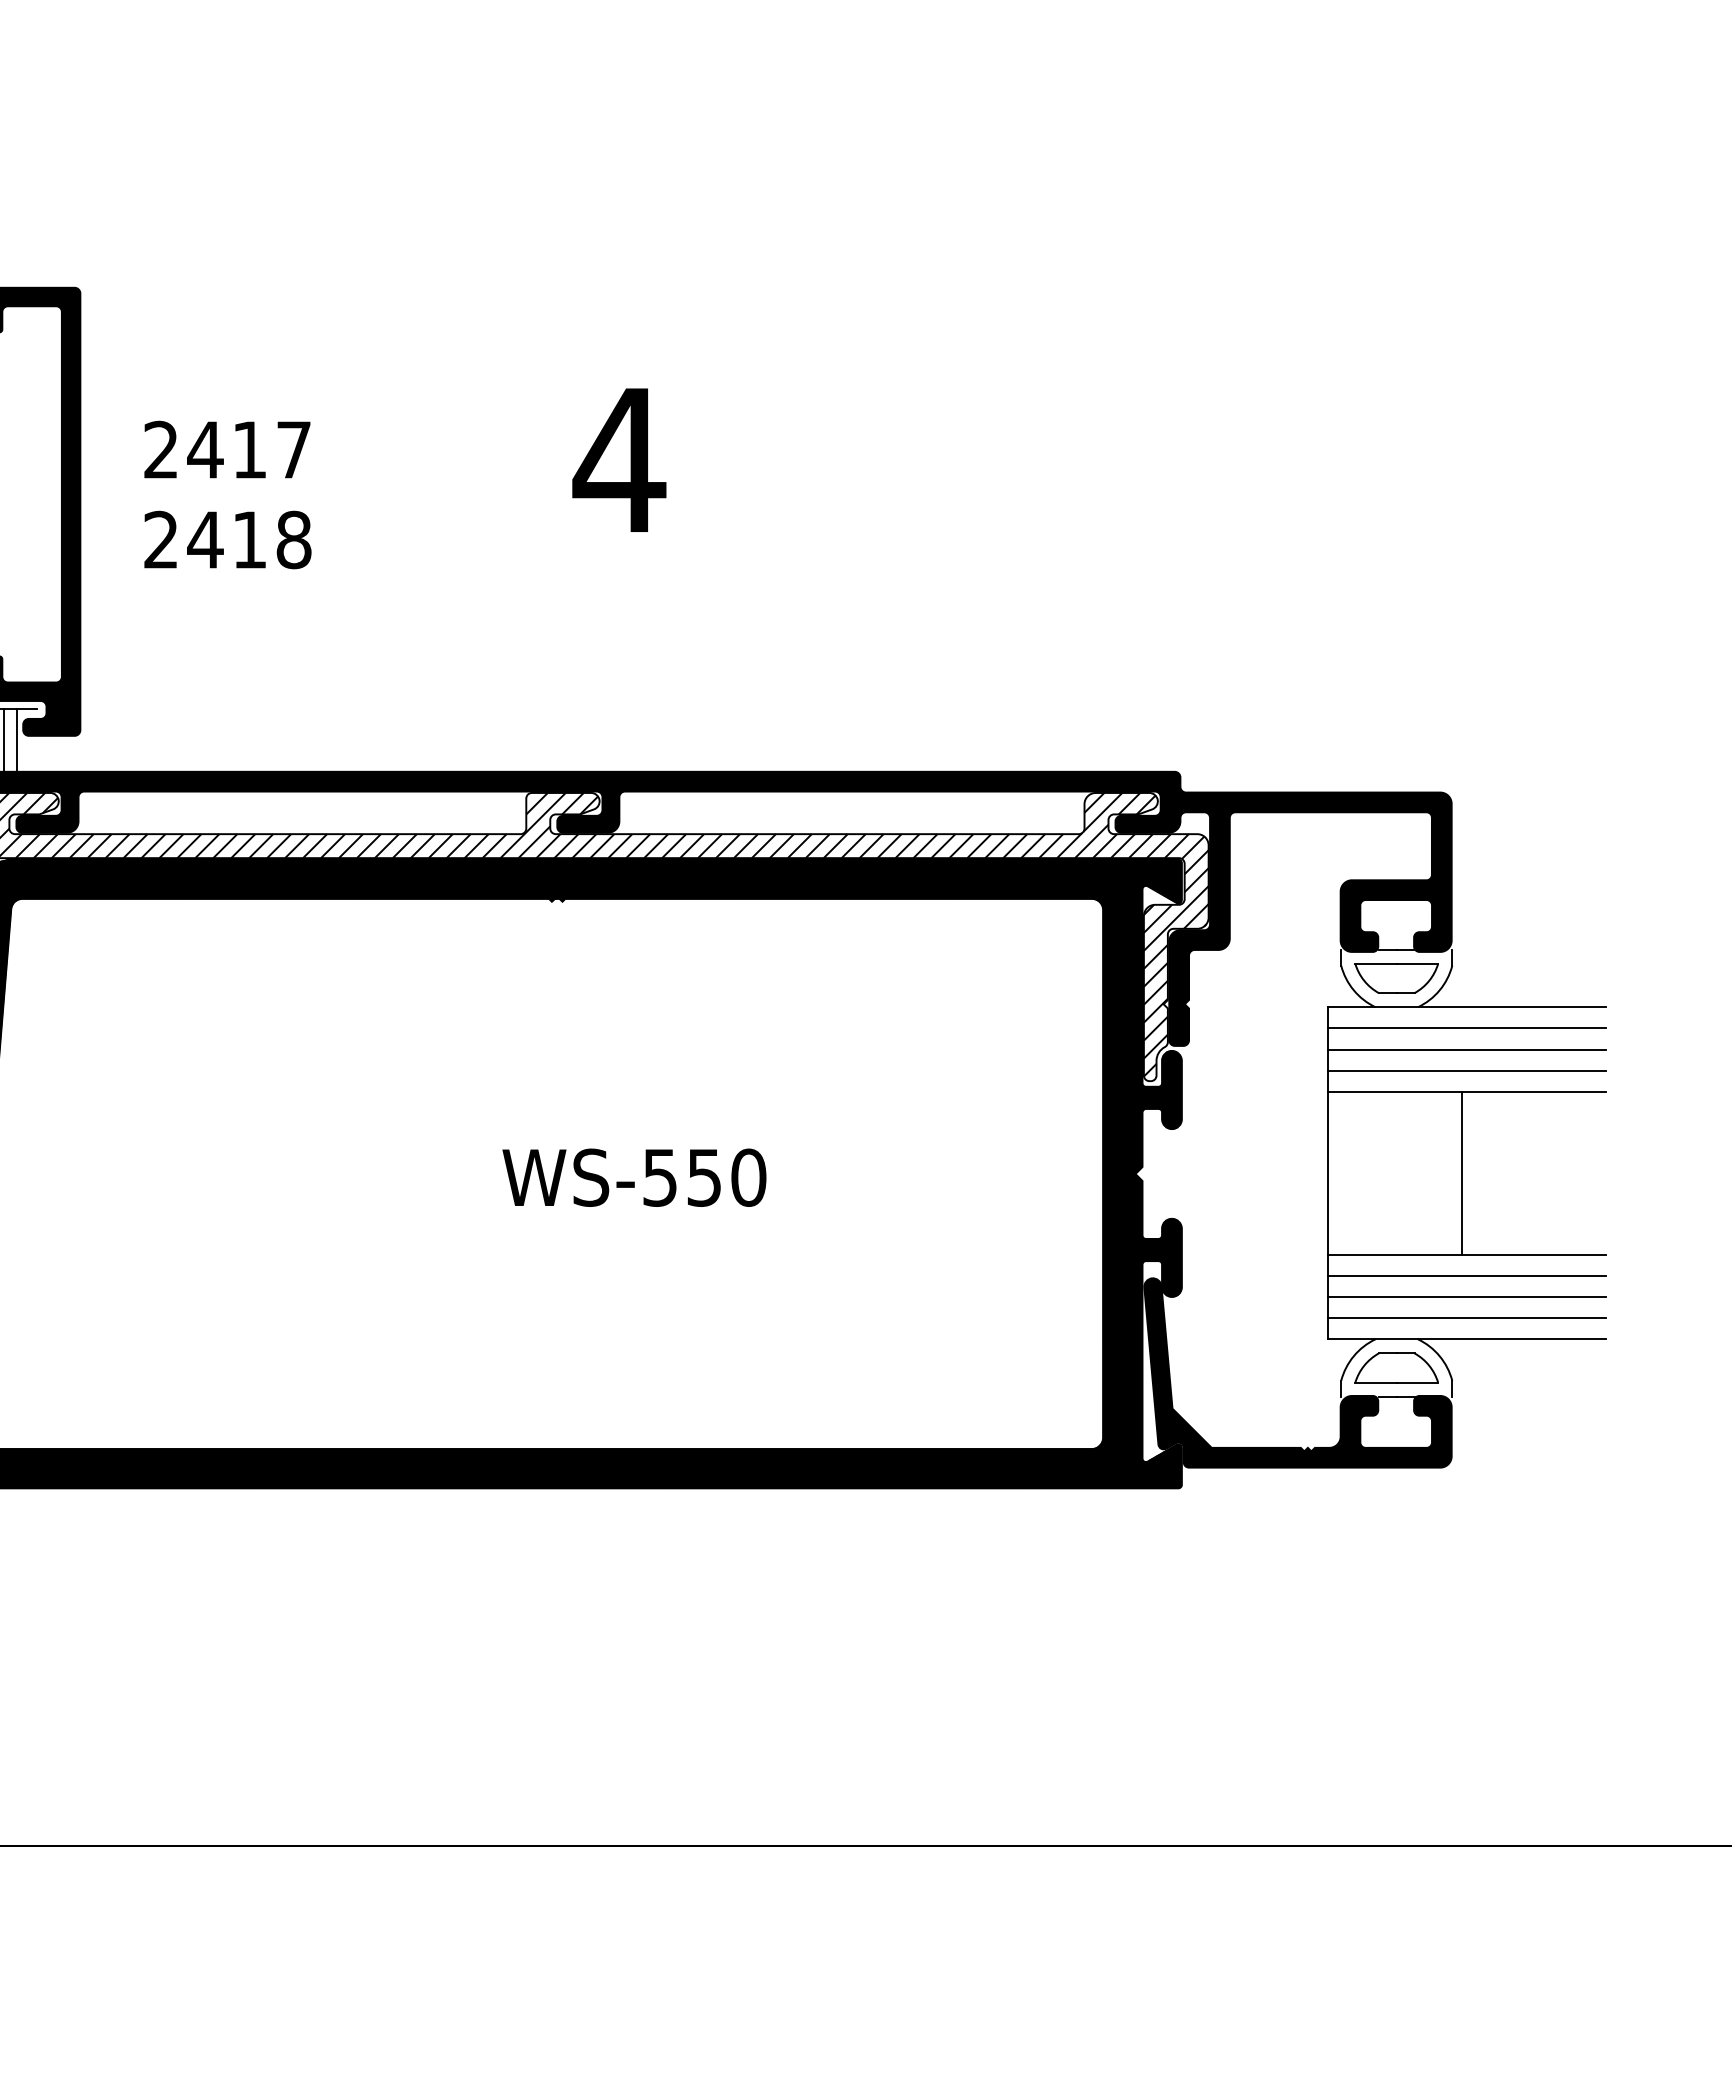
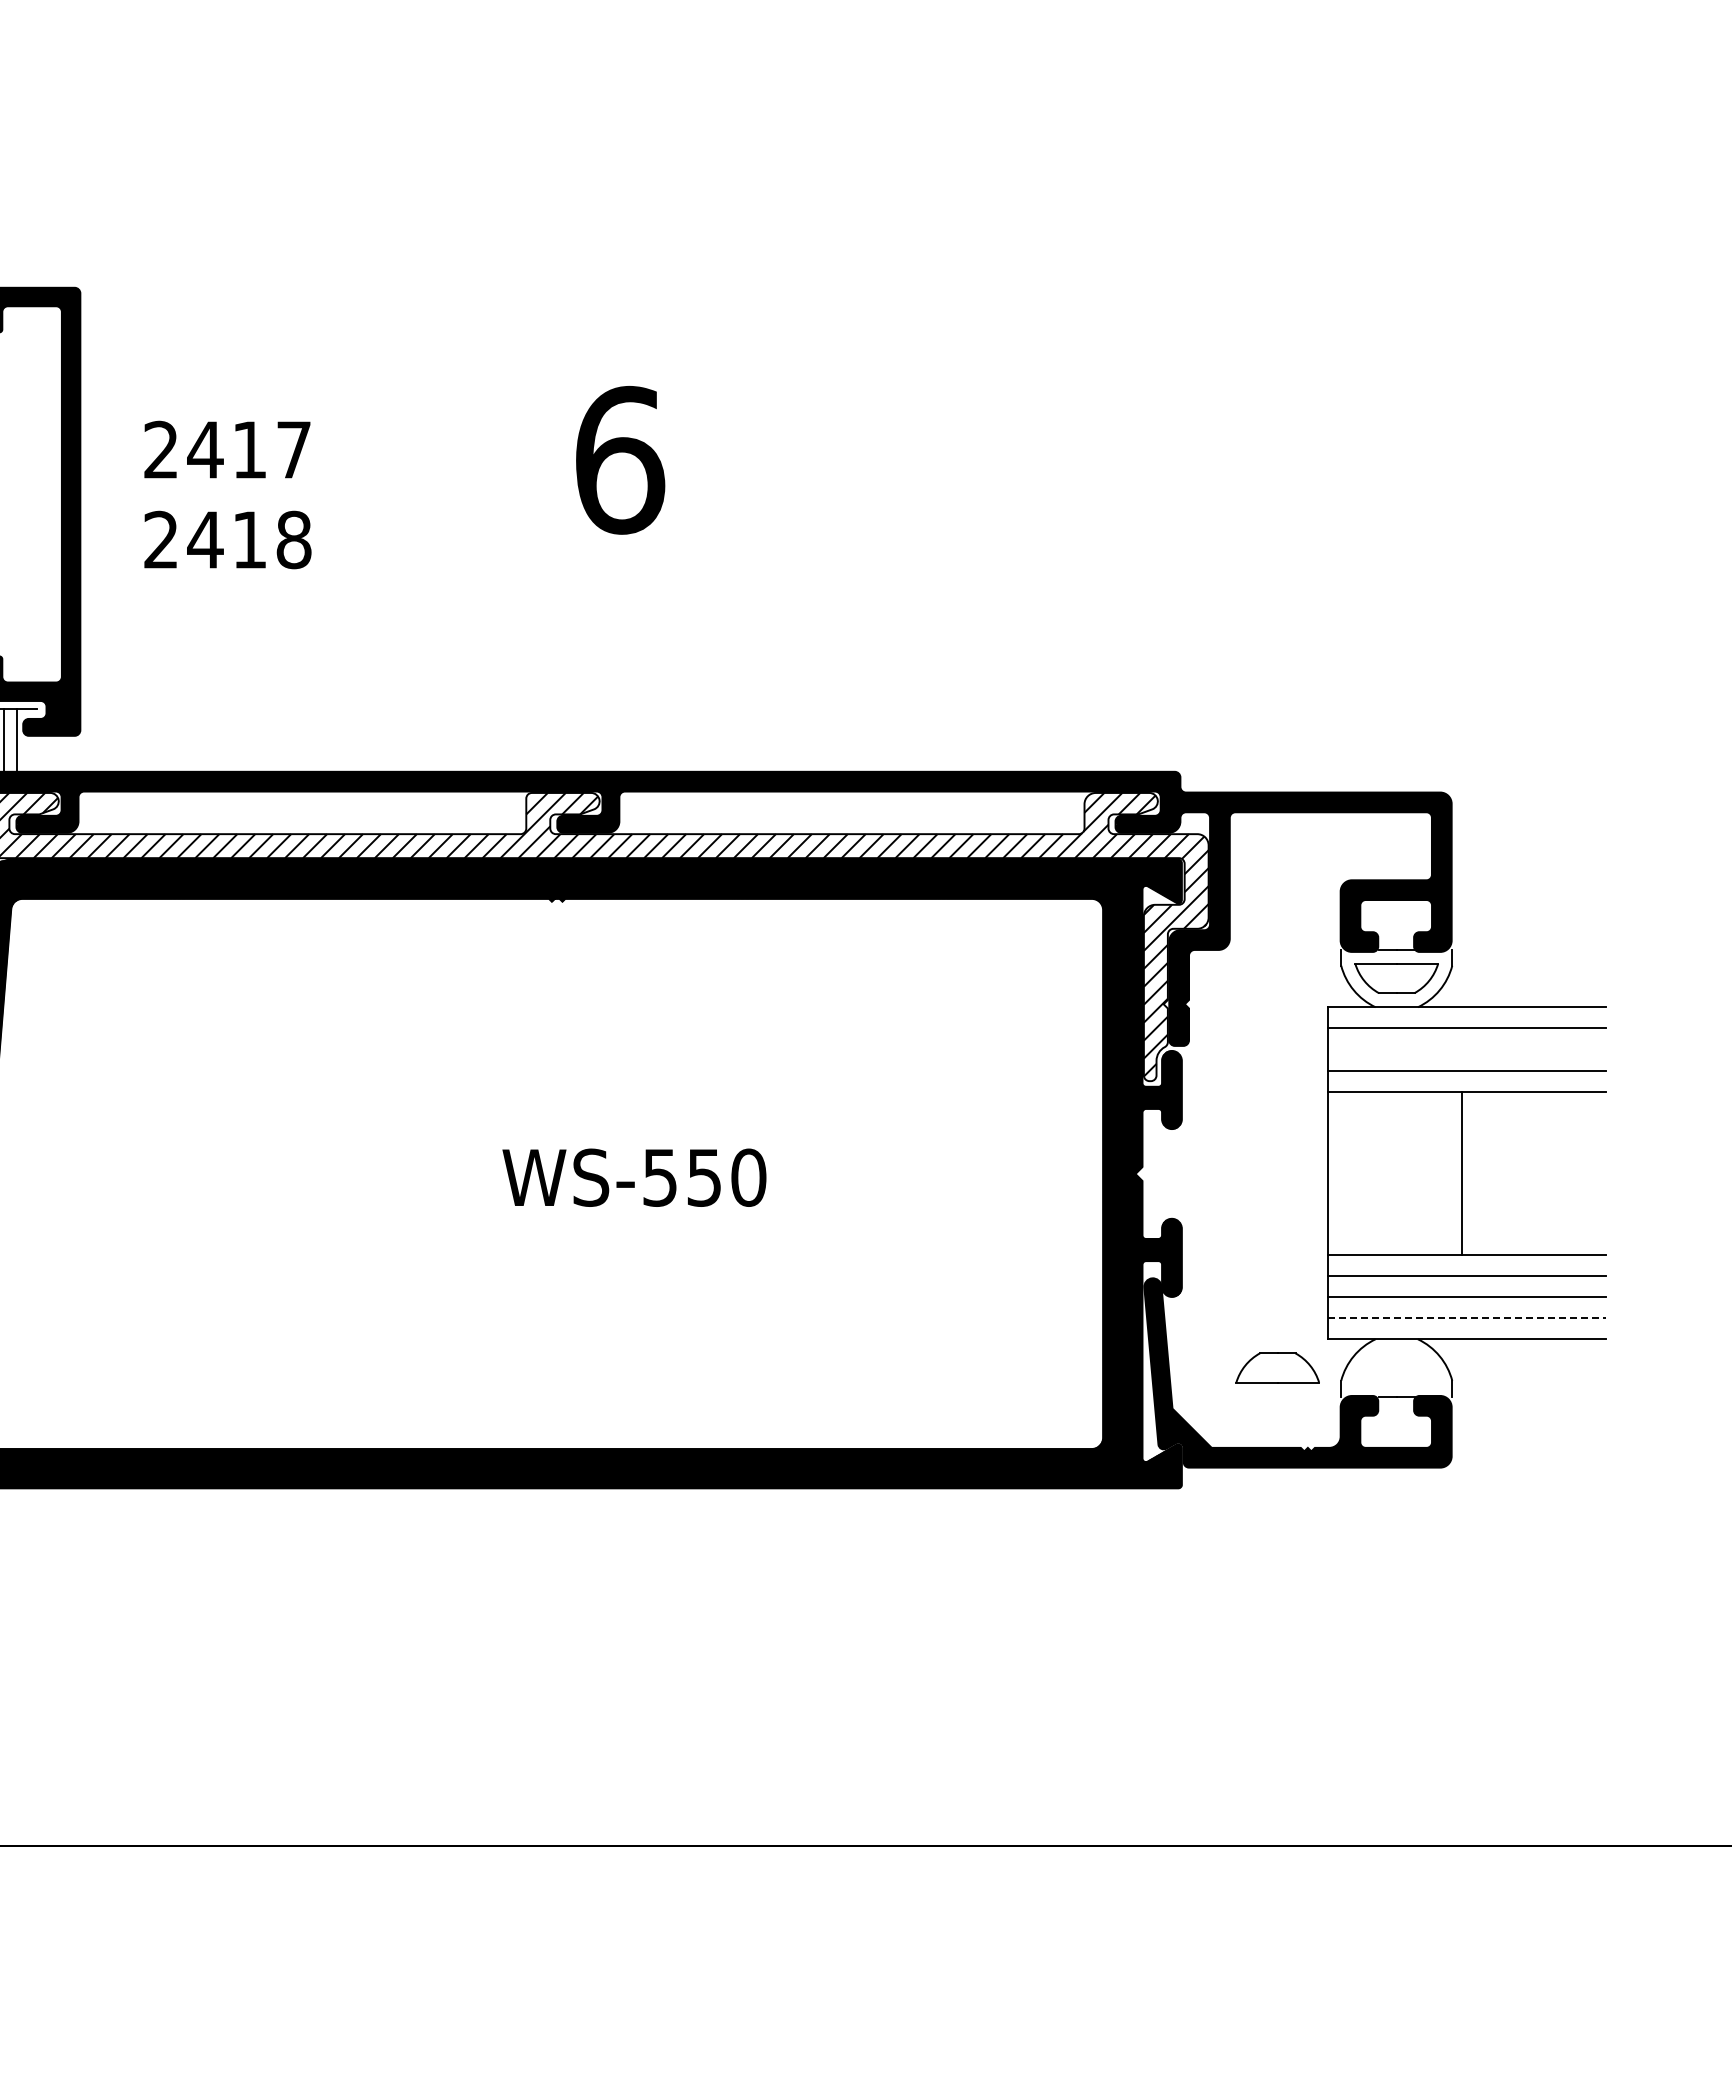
text at (619, 459): 4 -> 6
line at (1466, 1049): present -> none
line at (1467, 1318): solid -> dashed
part at (1396, 1367) position: (1396, 1367) -> (1277, 1367)
